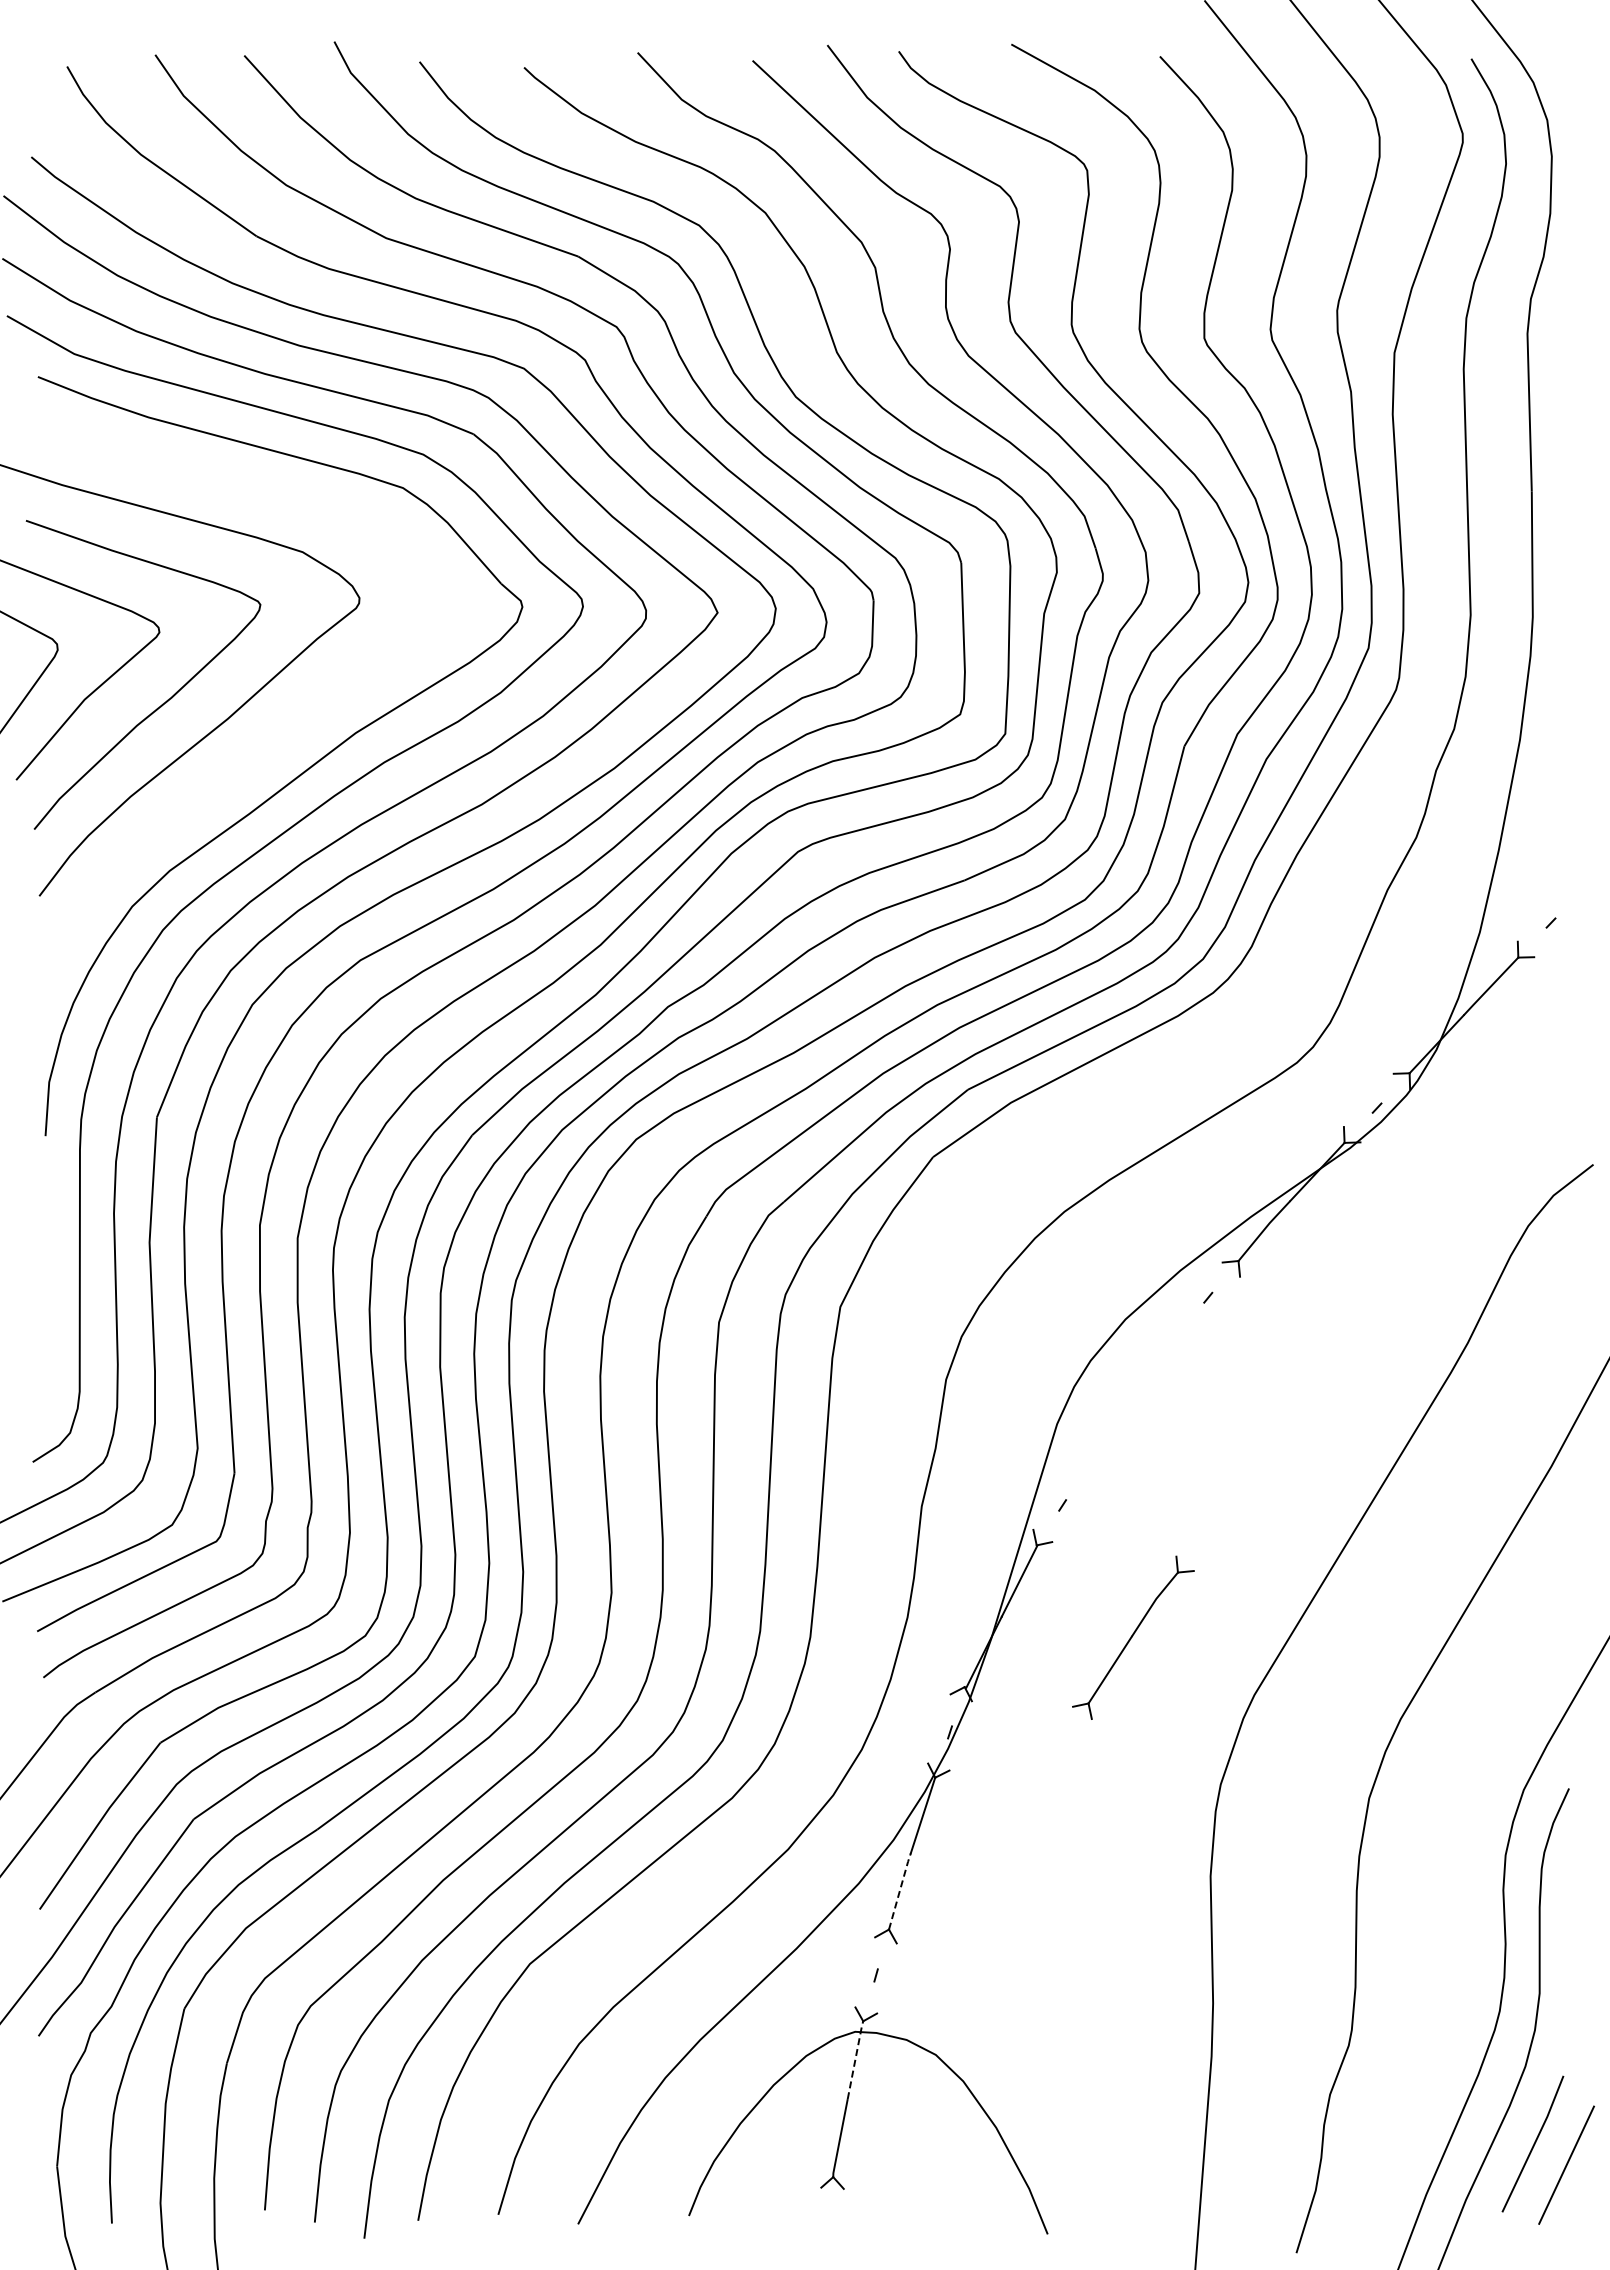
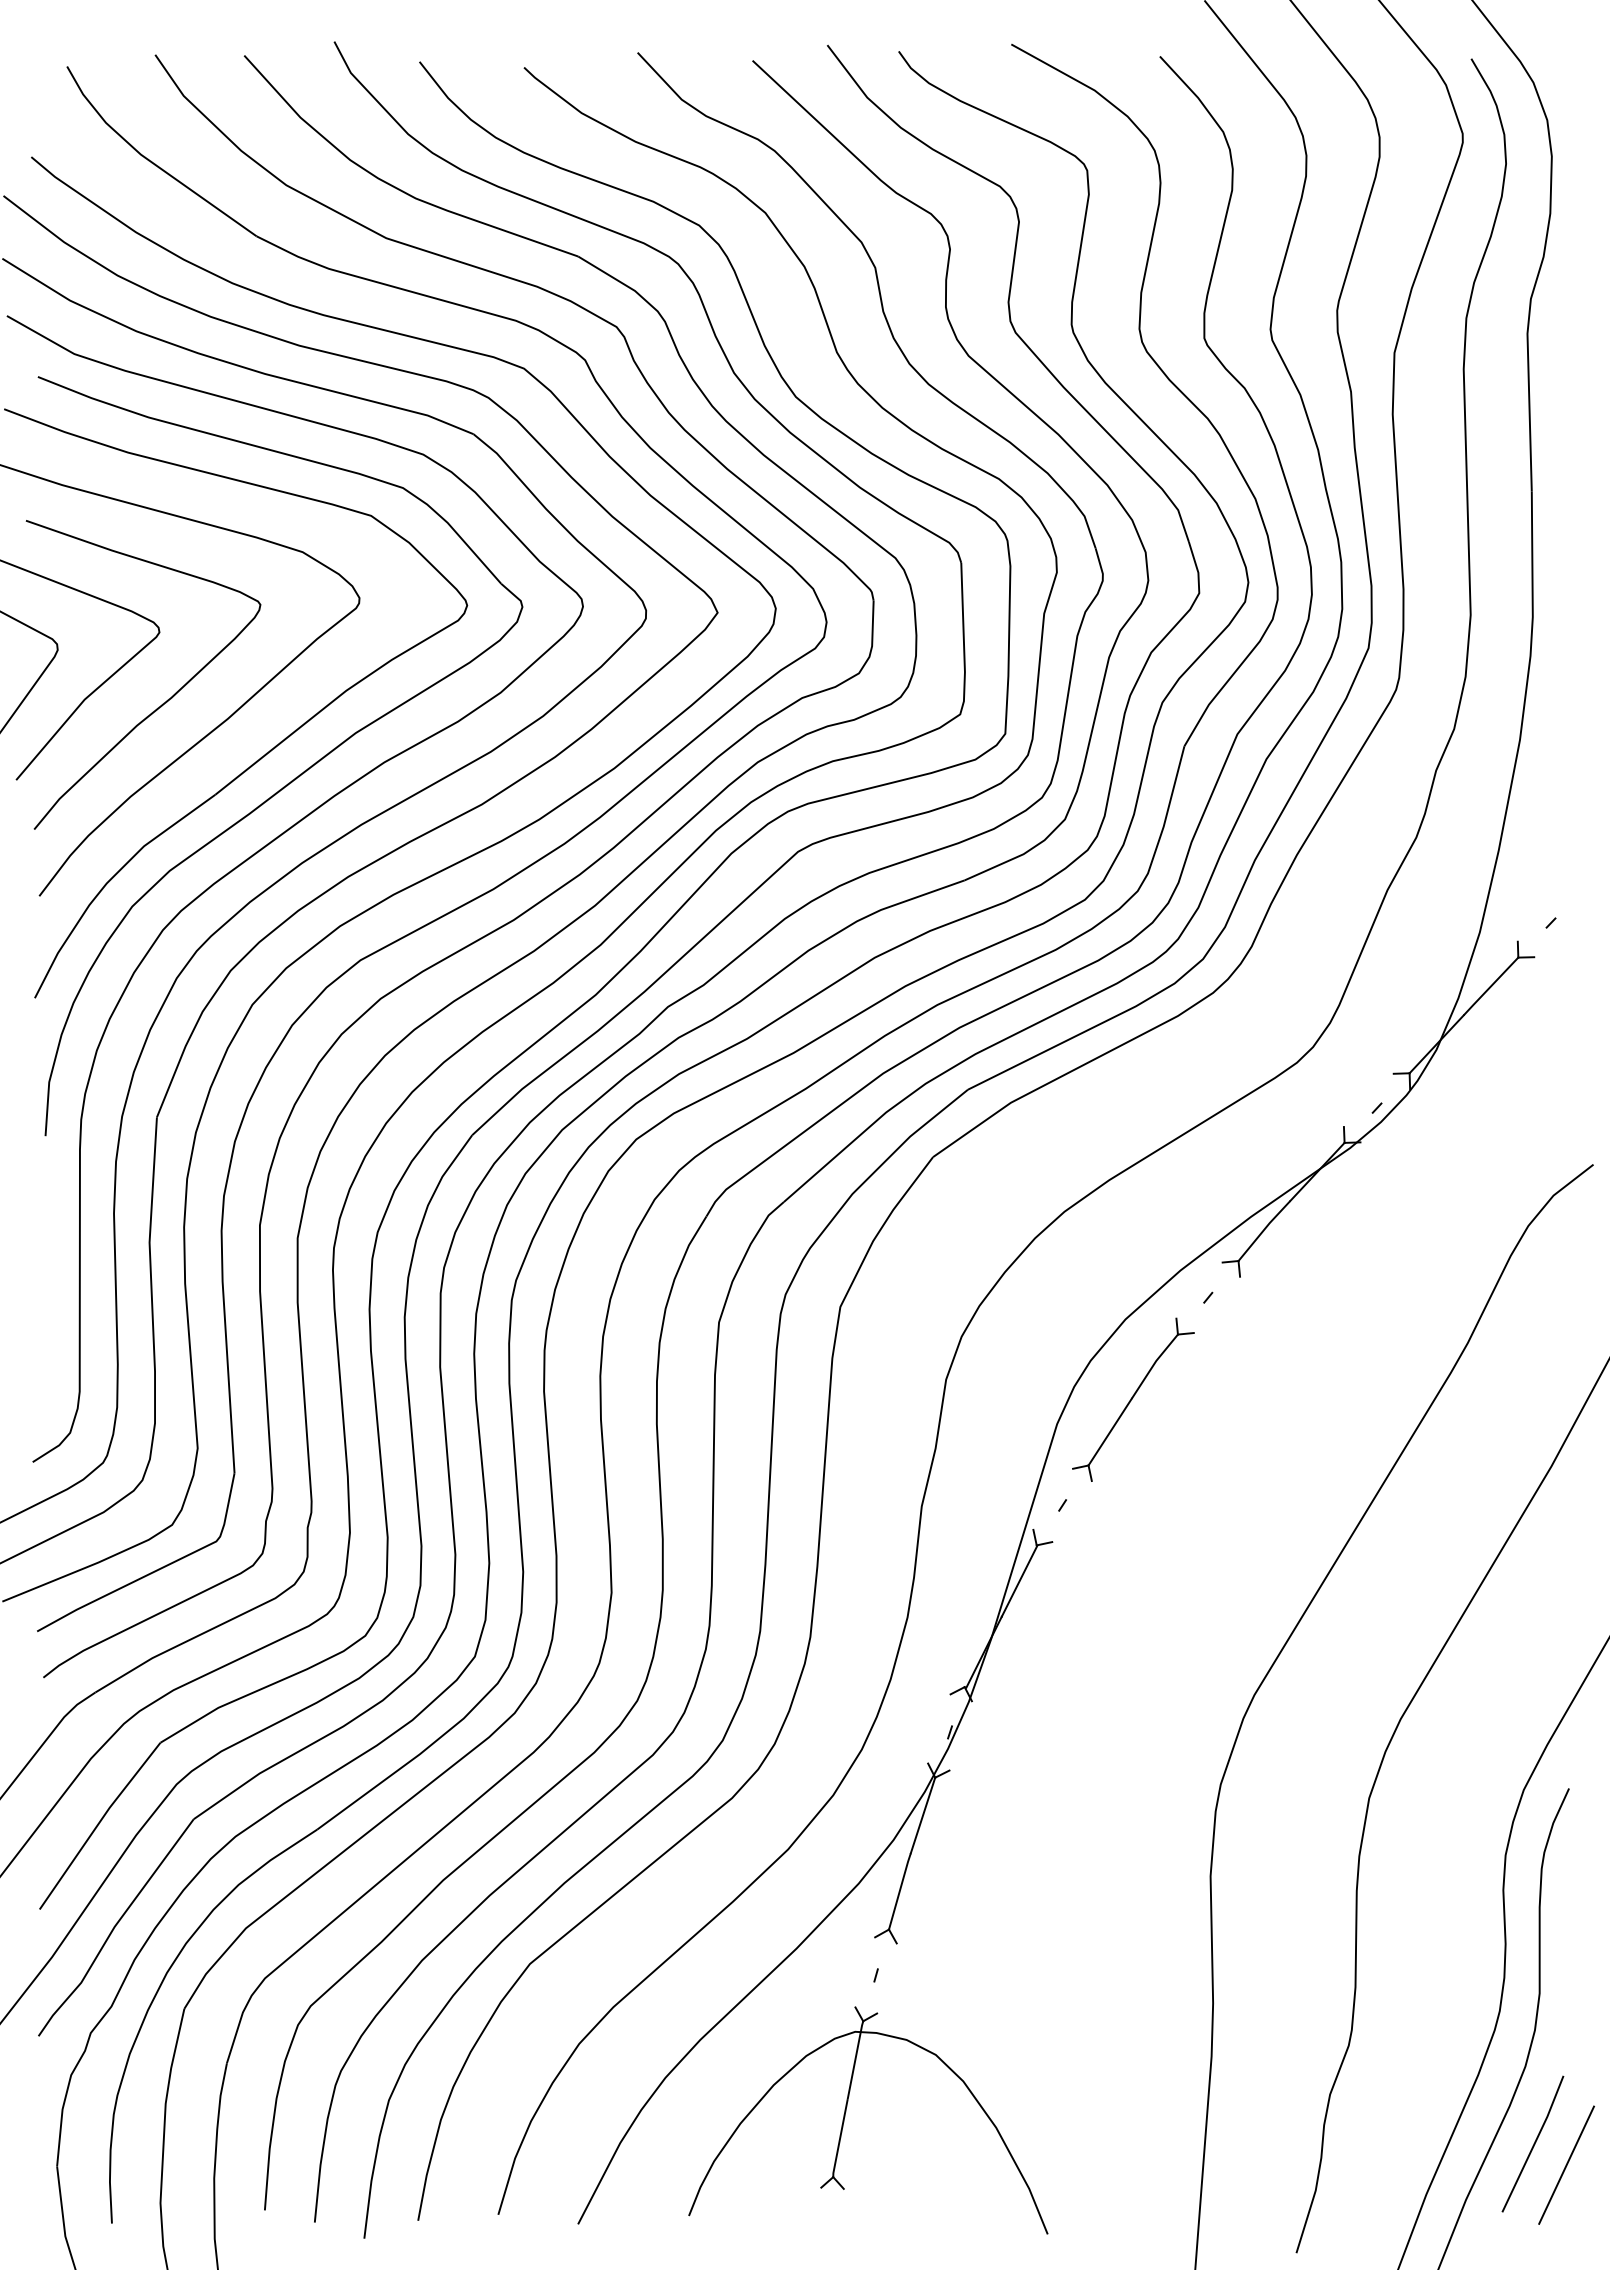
part at (271, 748): none -> present
part at (1133, 1637) position: (1133, 1637) -> (1133, 1399)
line at (900, 1890): dashed -> solid
line at (855, 2059): dashed -> solid
